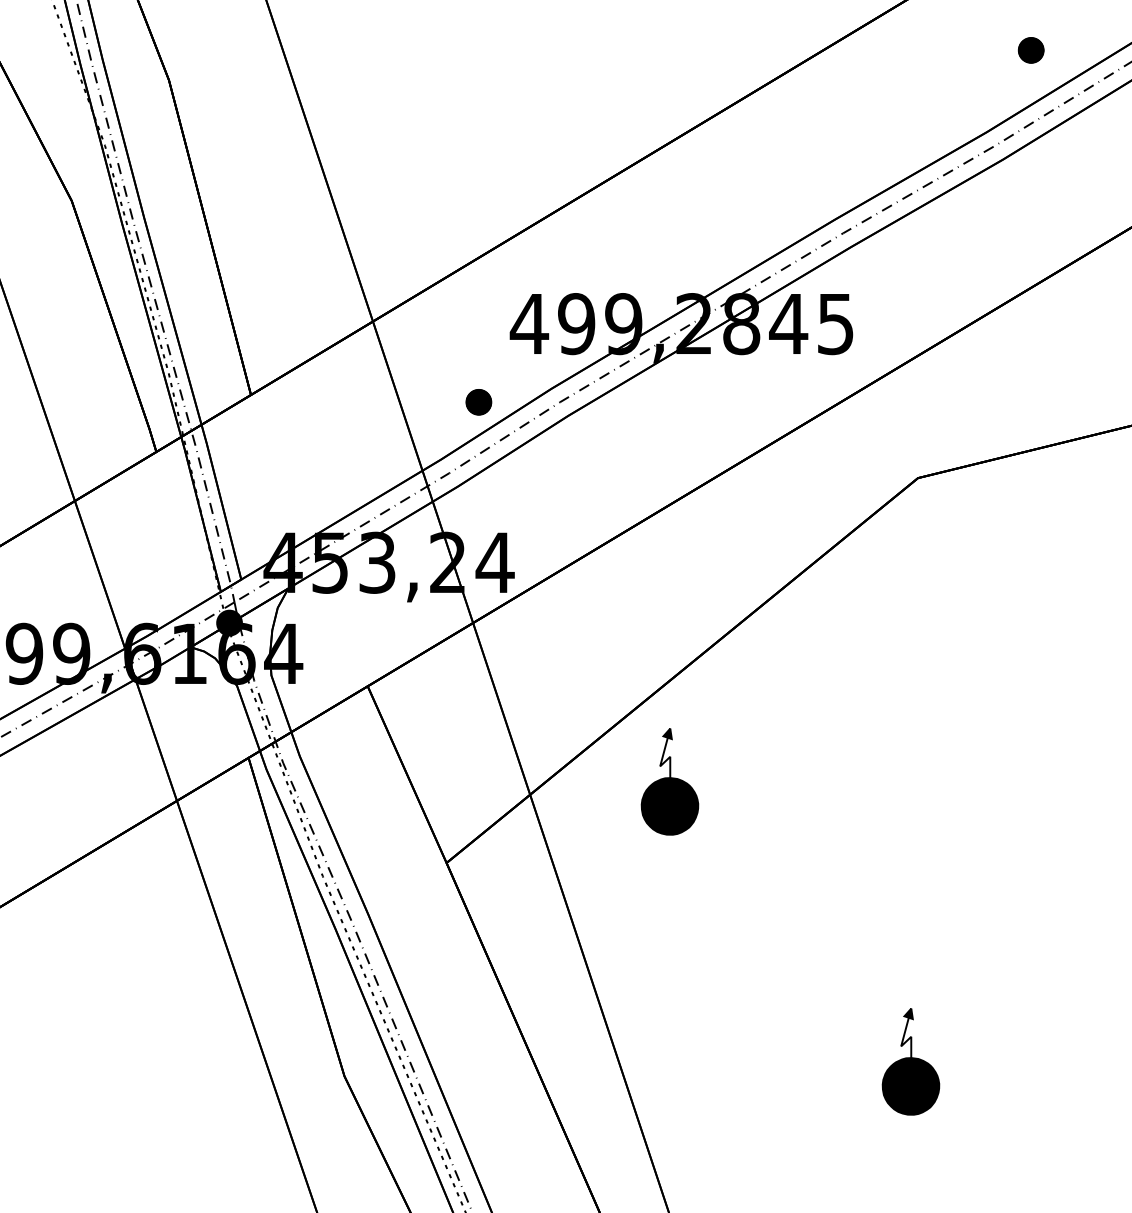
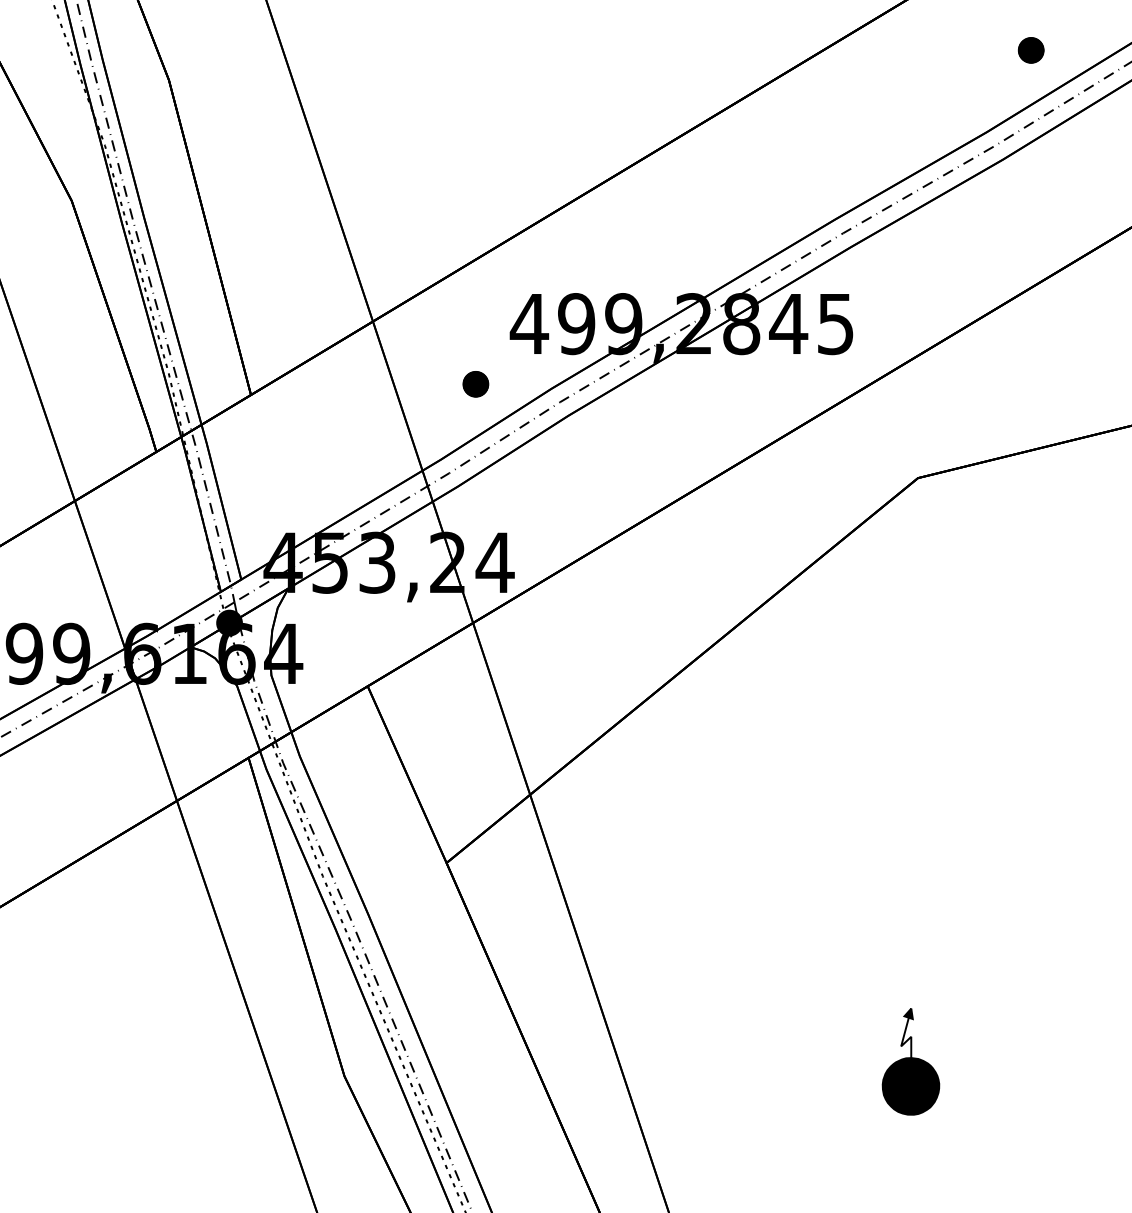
part at (478, 402) position: (478, 402) -> (475, 384)
part at (669, 781): present -> none
